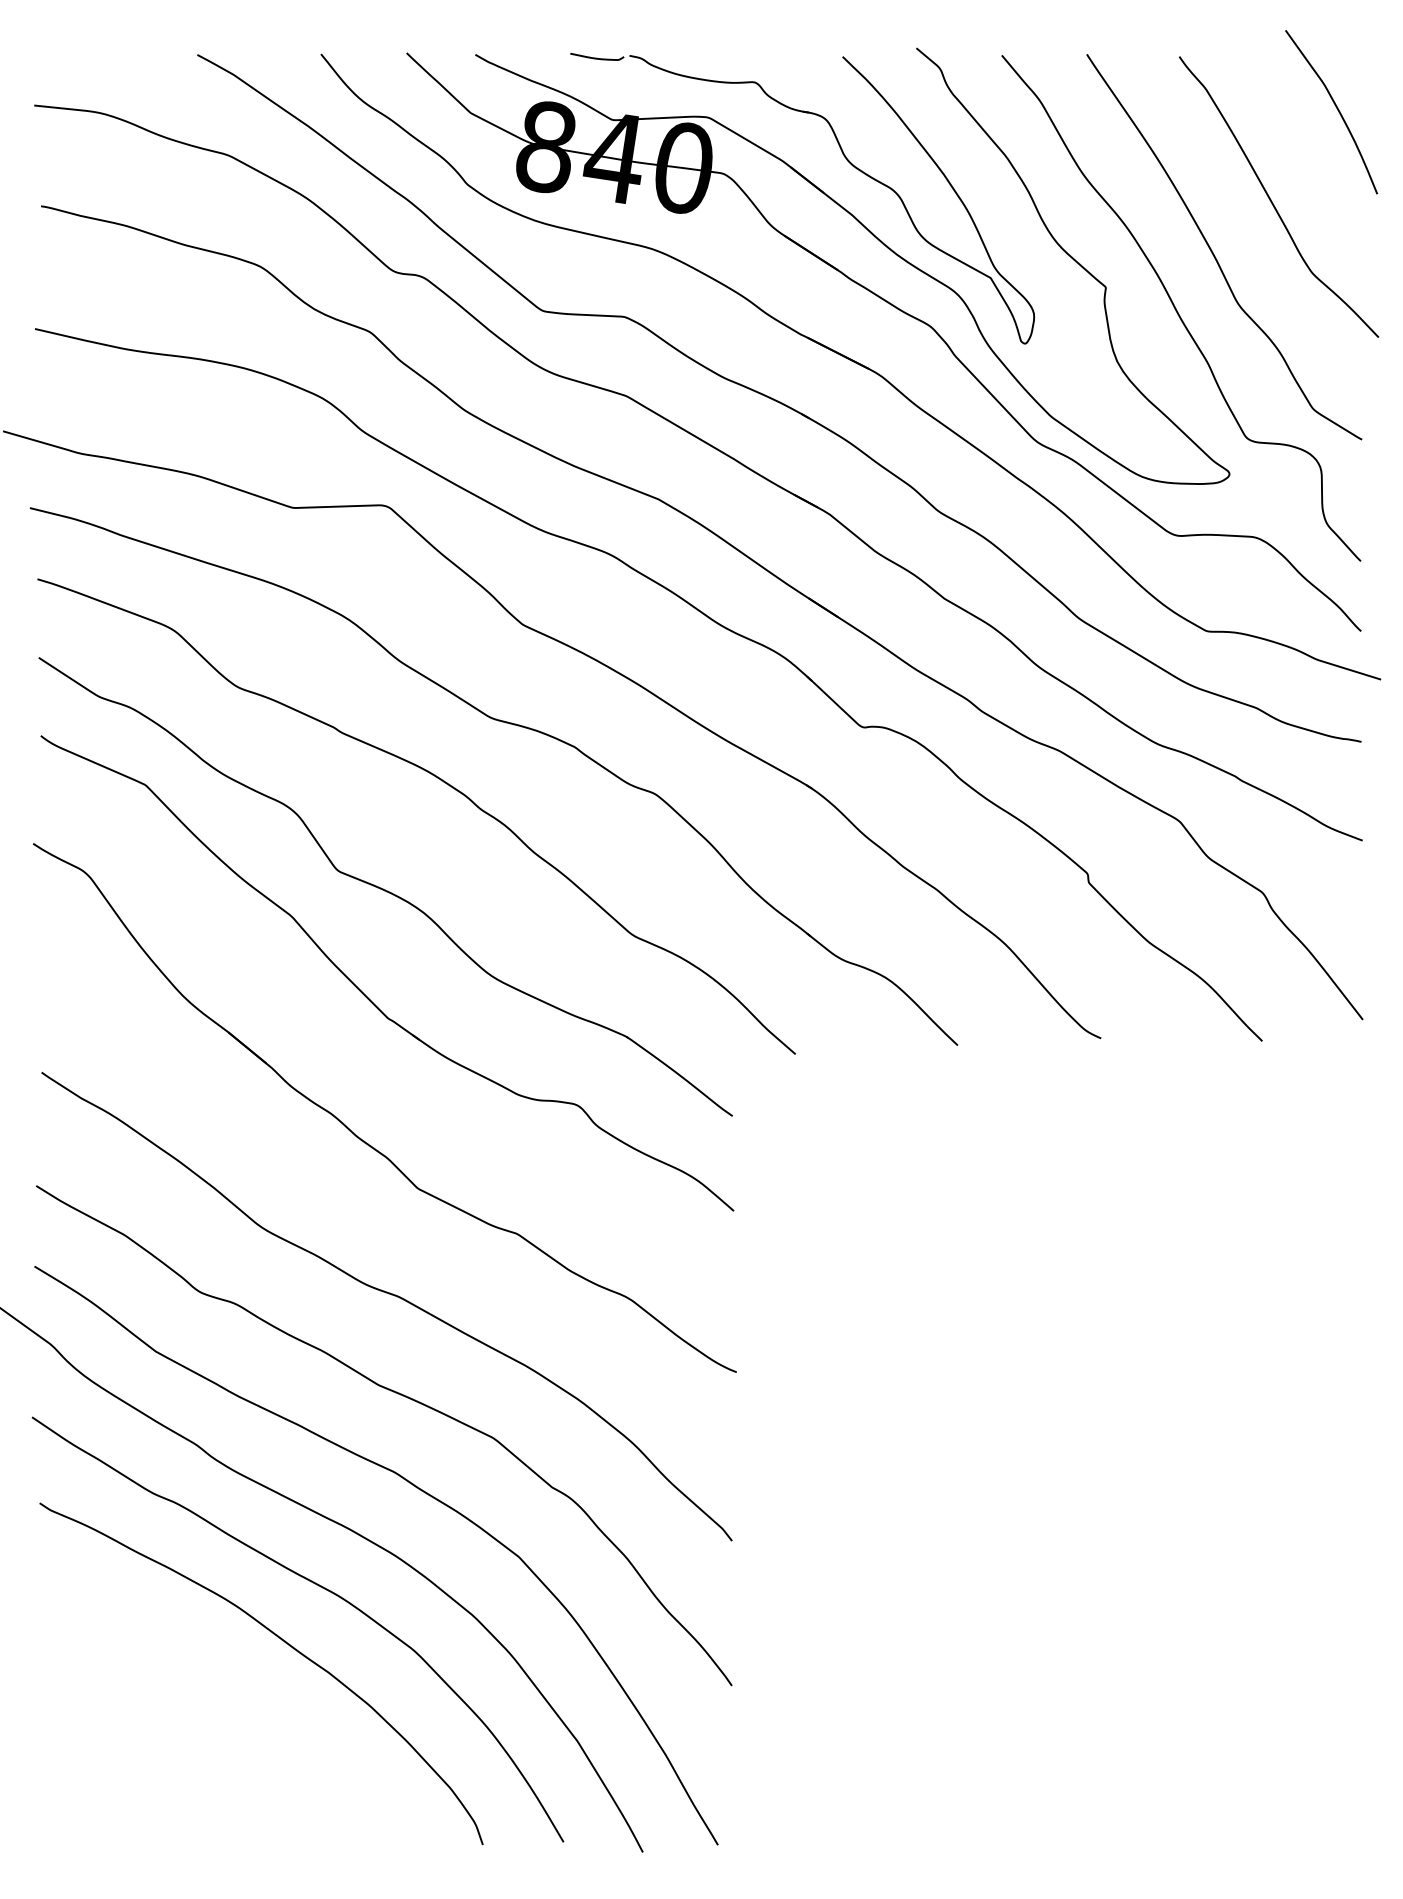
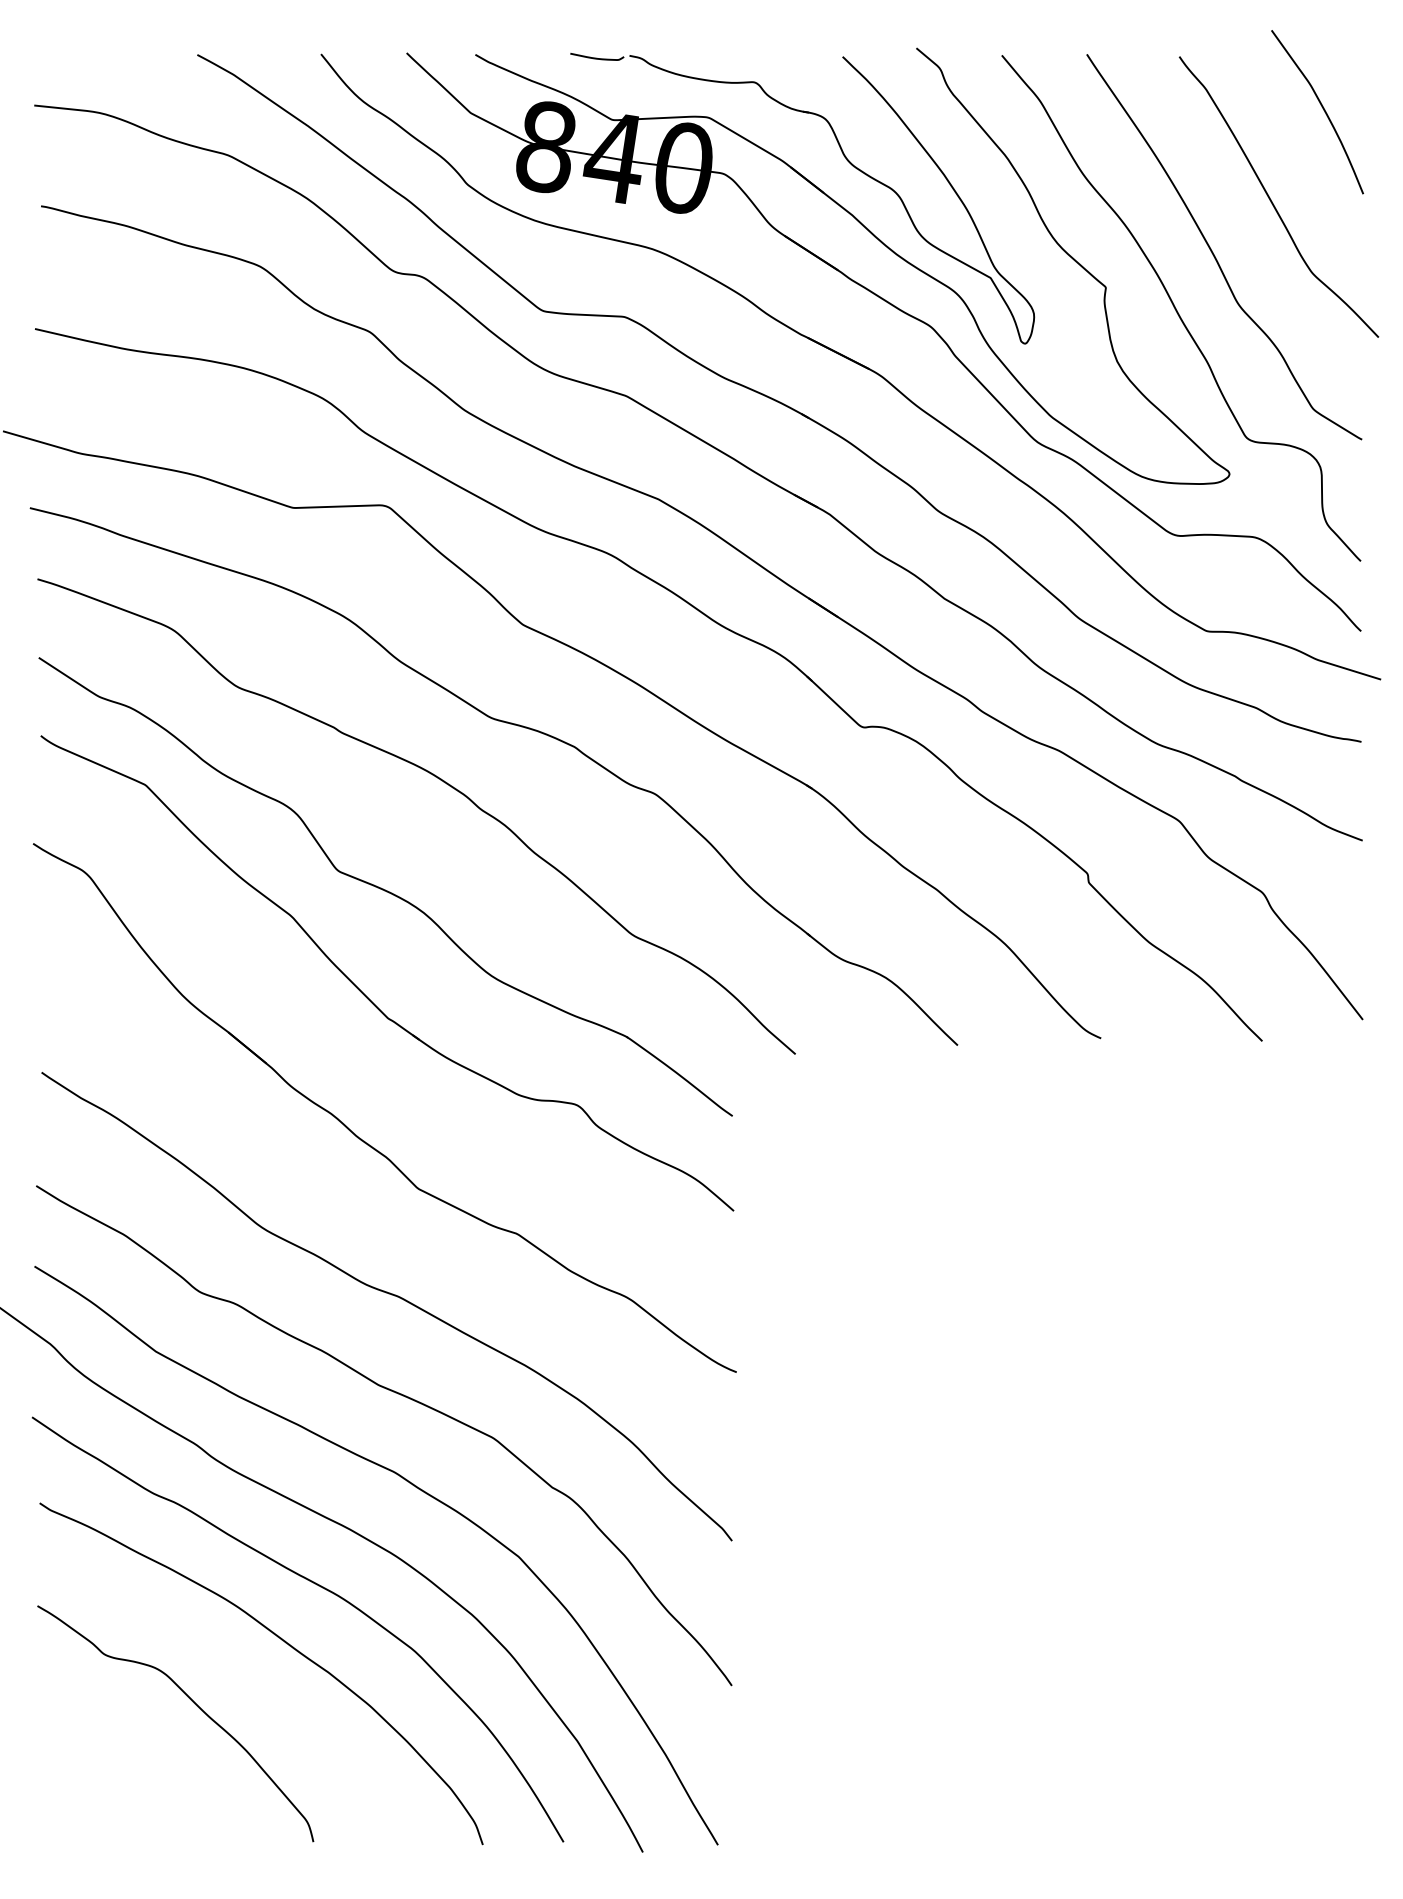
curve at (1337, 110) position: (1337, 110) -> (1323, 110)
curve at (194, 1704): none -> present
